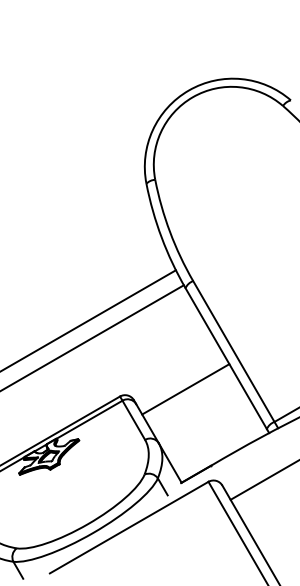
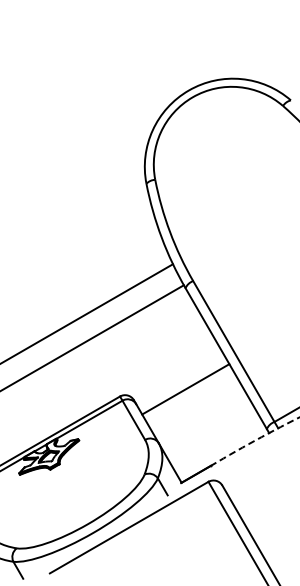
line at (88, 320) position: (88, 320) -> (87, 313)
arc at (254, 440): solid -> dashed
line at (263, 480): present -> none
